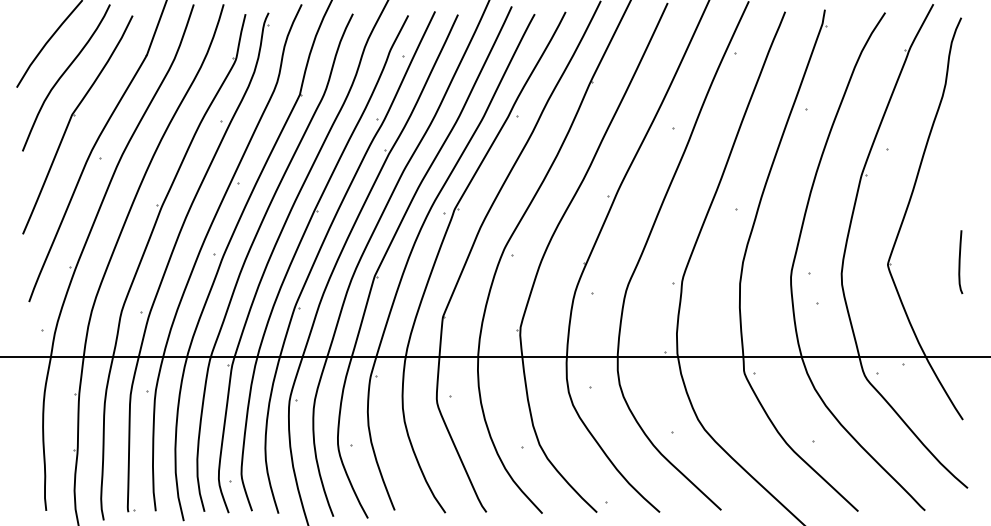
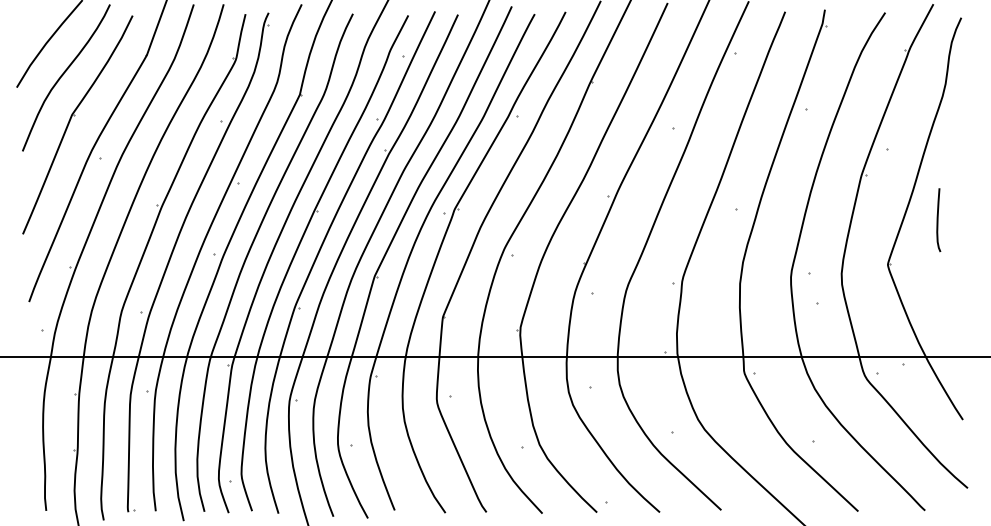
curve at (960, 262) position: (960, 262) -> (938, 220)
